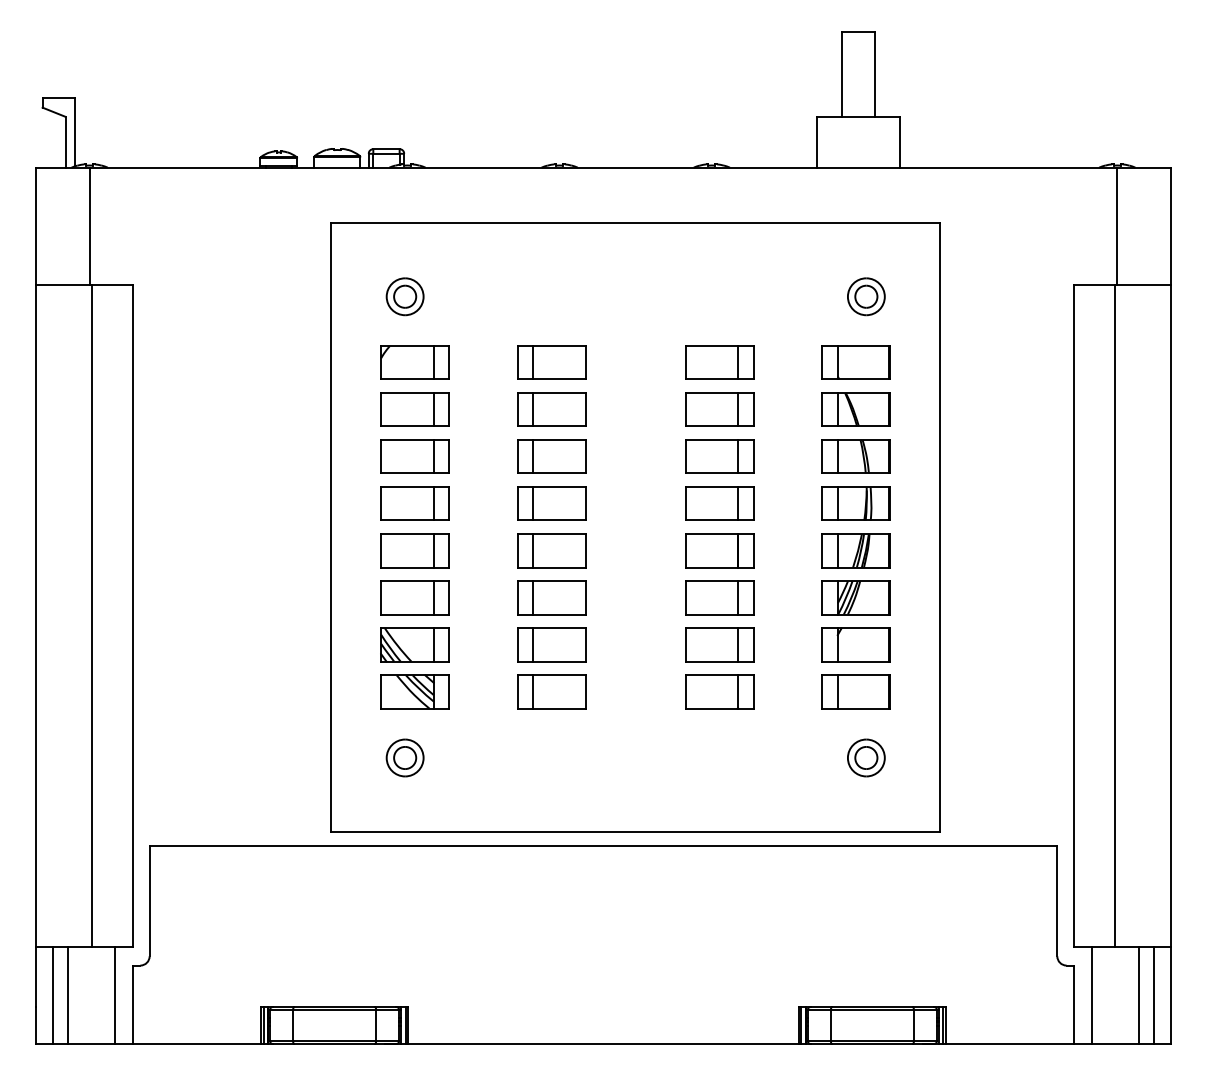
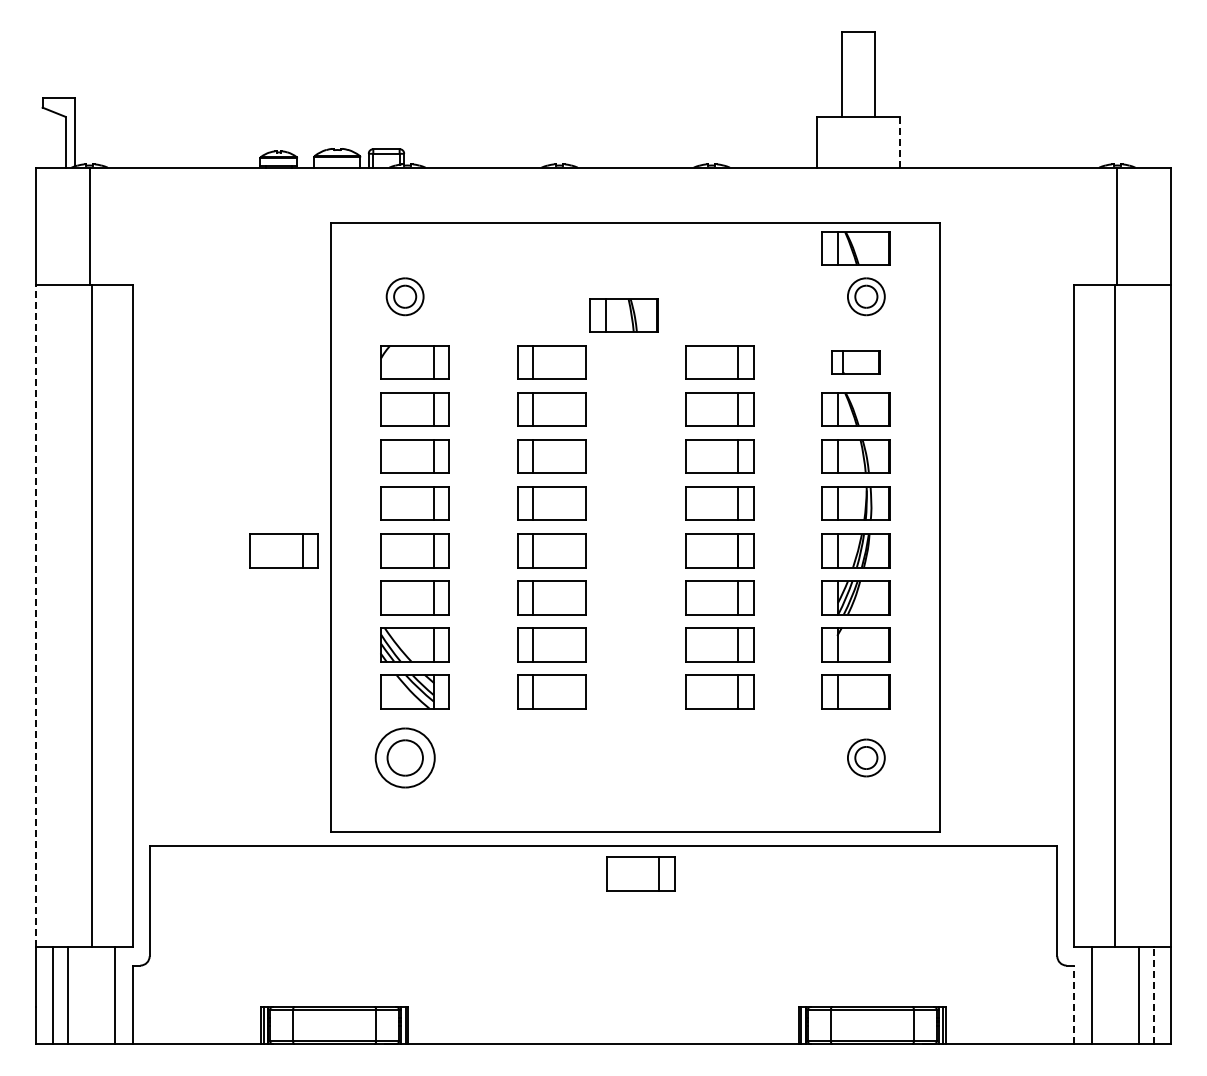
line at (899, 142): solid -> dashed
part at (855, 248): none -> present
part at (623, 315): none -> present
part at (855, 362) size: 70x35 px -> 50x25 px
part at (283, 550): none -> present
line at (36, 615): solid -> dashed
part at (404, 757) size: 40x40 px -> 62x62 px
part at (640, 873): none -> present
line at (1154, 995): solid -> dashed
line at (1073, 1004): solid -> dashed
